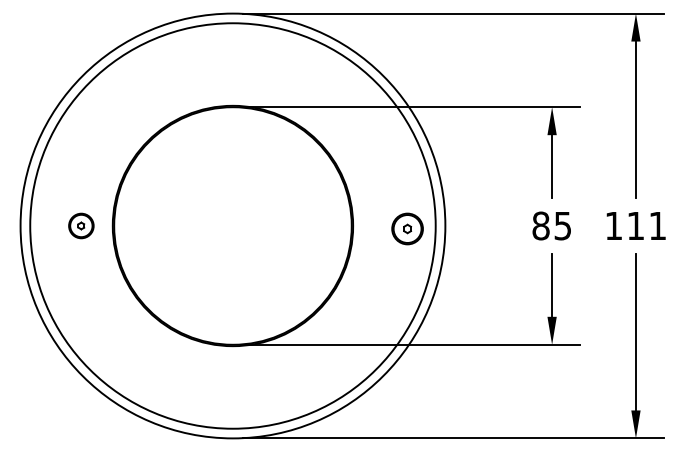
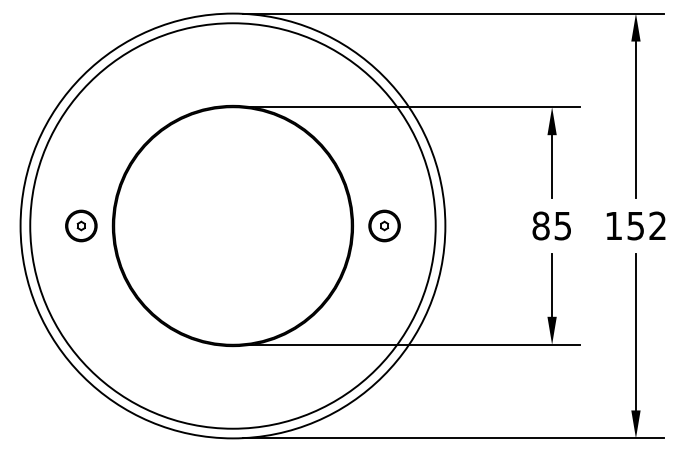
part at (81, 225) size: 27x28 px -> 33x34 px
text at (646, 225): 111 -> 152
part at (407, 228) position: (407, 228) -> (384, 225)
